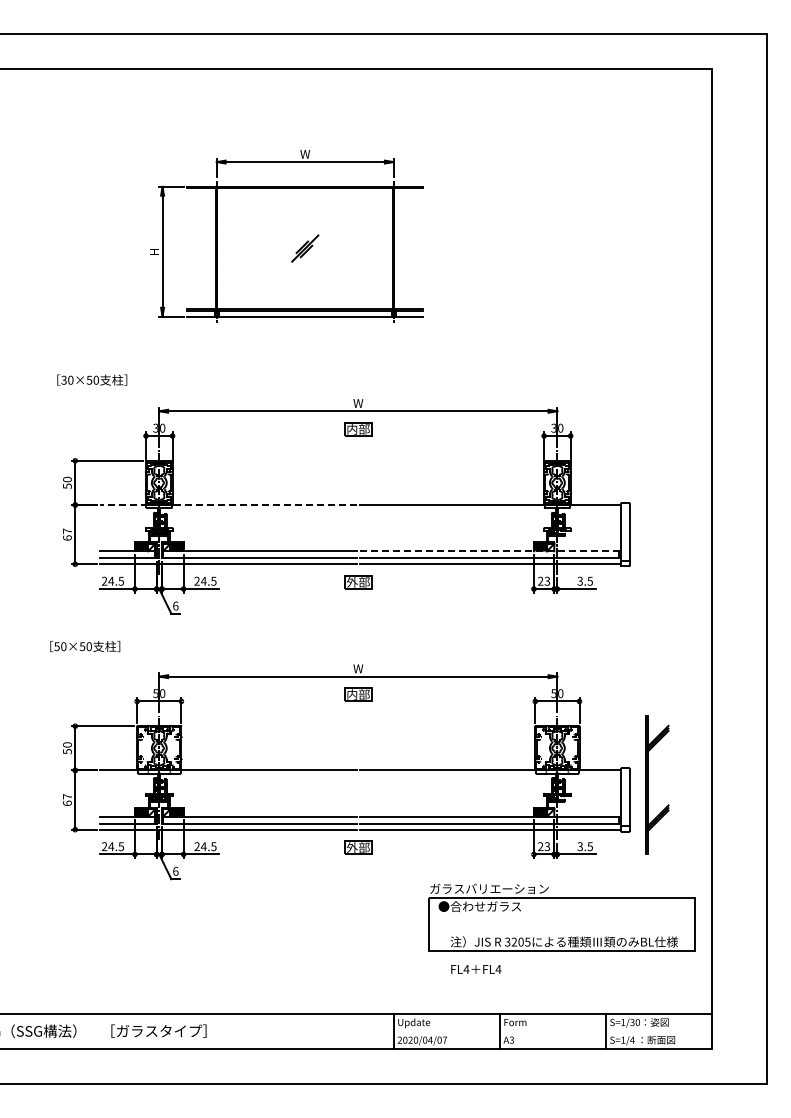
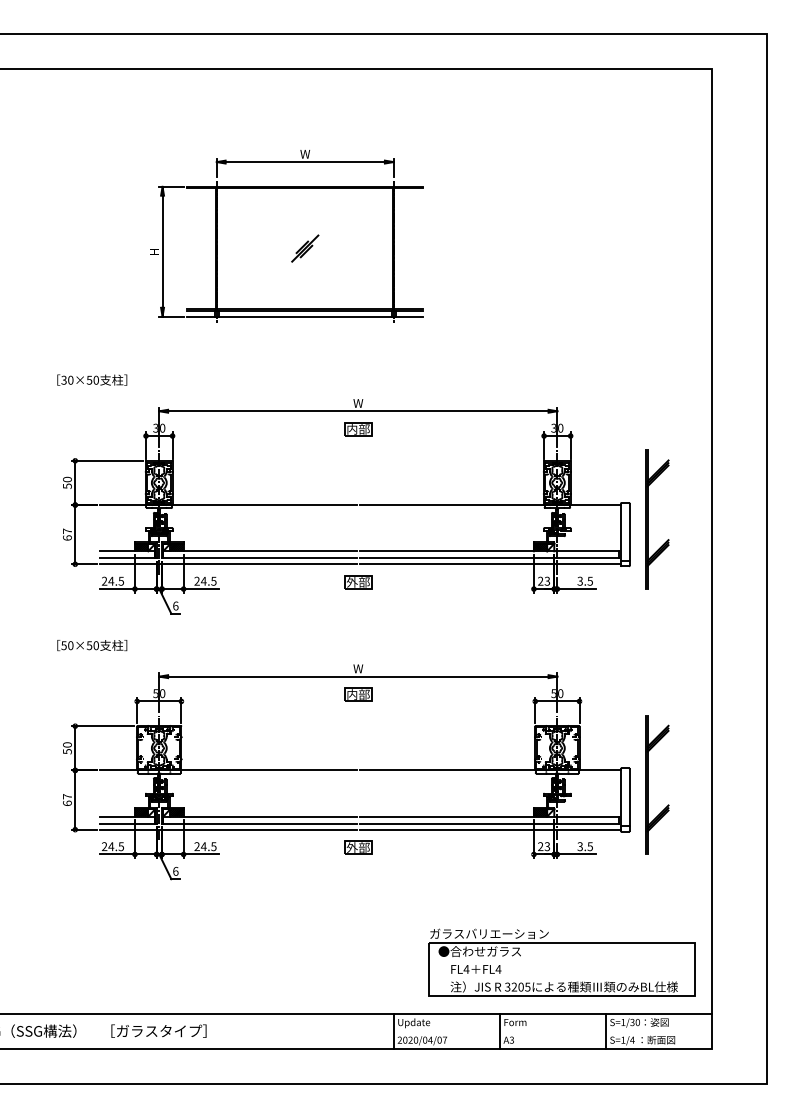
line at (227, 505): dashed -> solid
part at (648, 519): none -> present
line at (489, 551): dashed -> solid
text at (85, 646) position: (85, 646) -> (92, 645)
part at (561, 917) position: (561, 917) -> (561, 962)
